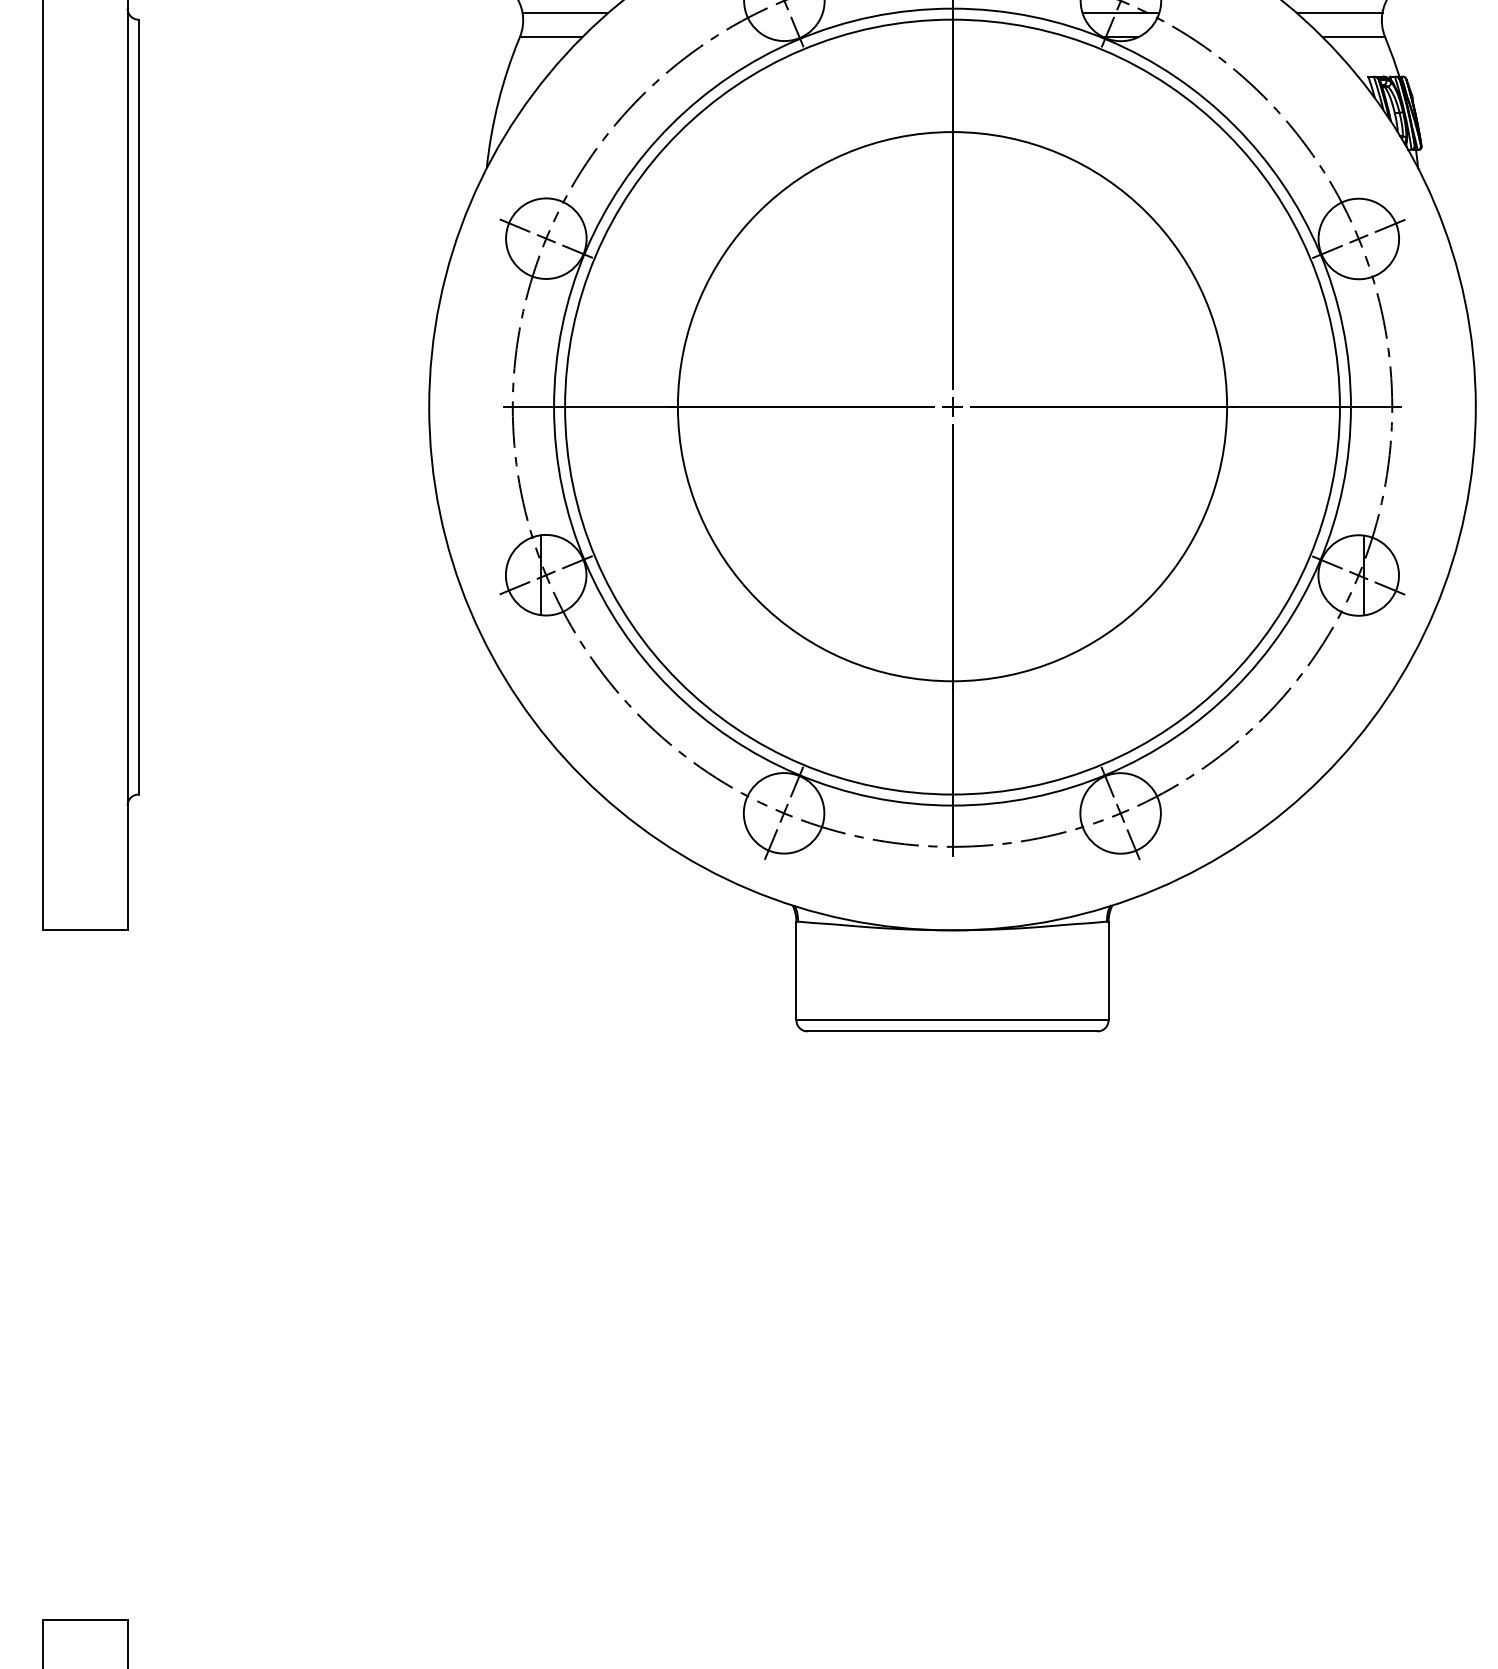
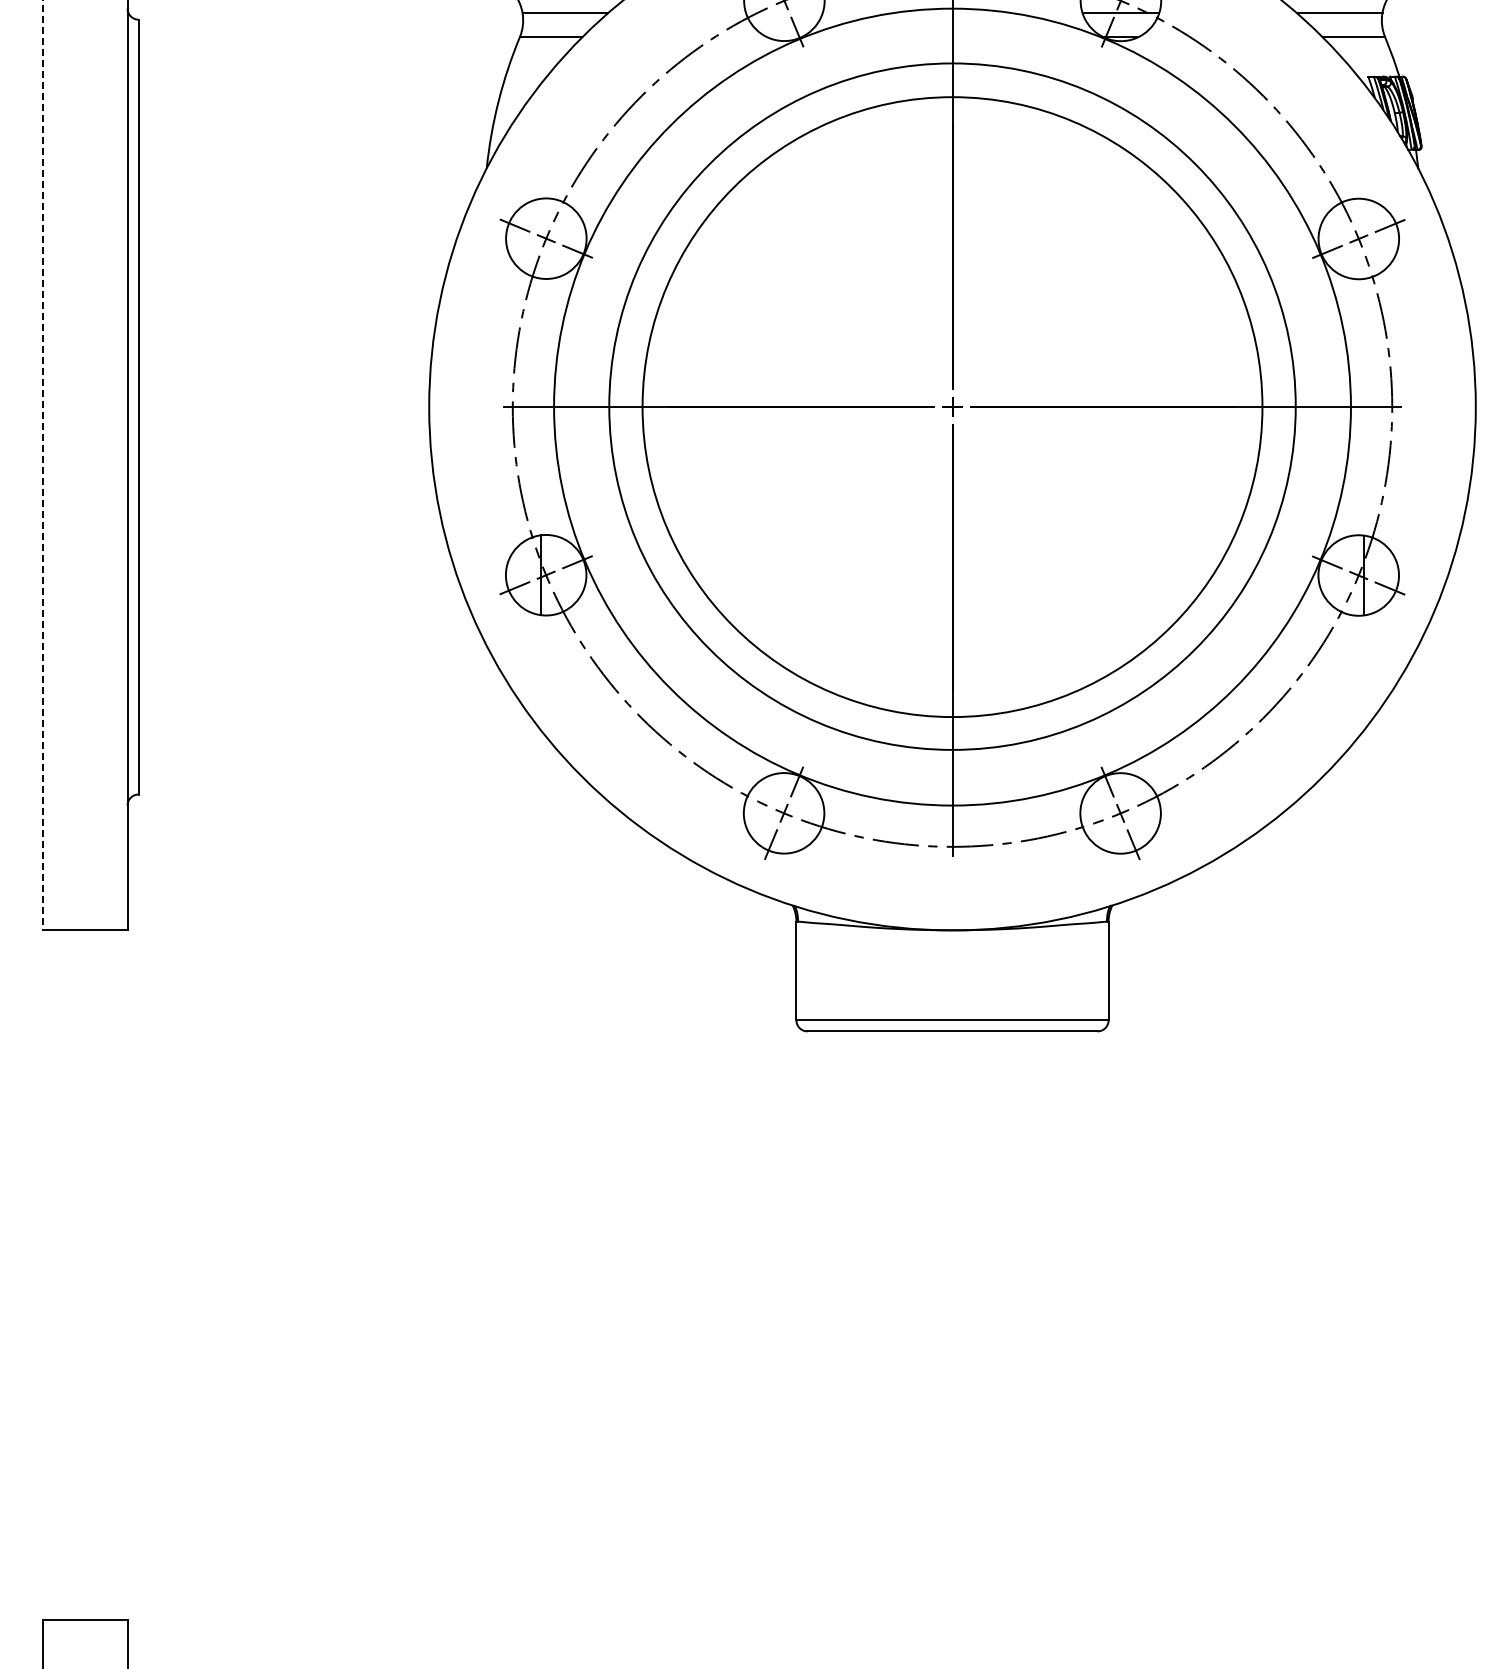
circle at (952, 406) diameter: 549 px -> 686 px
circle at (952, 406) diameter: 775 px -> 620 px
line at (43, 465): solid -> dashed
